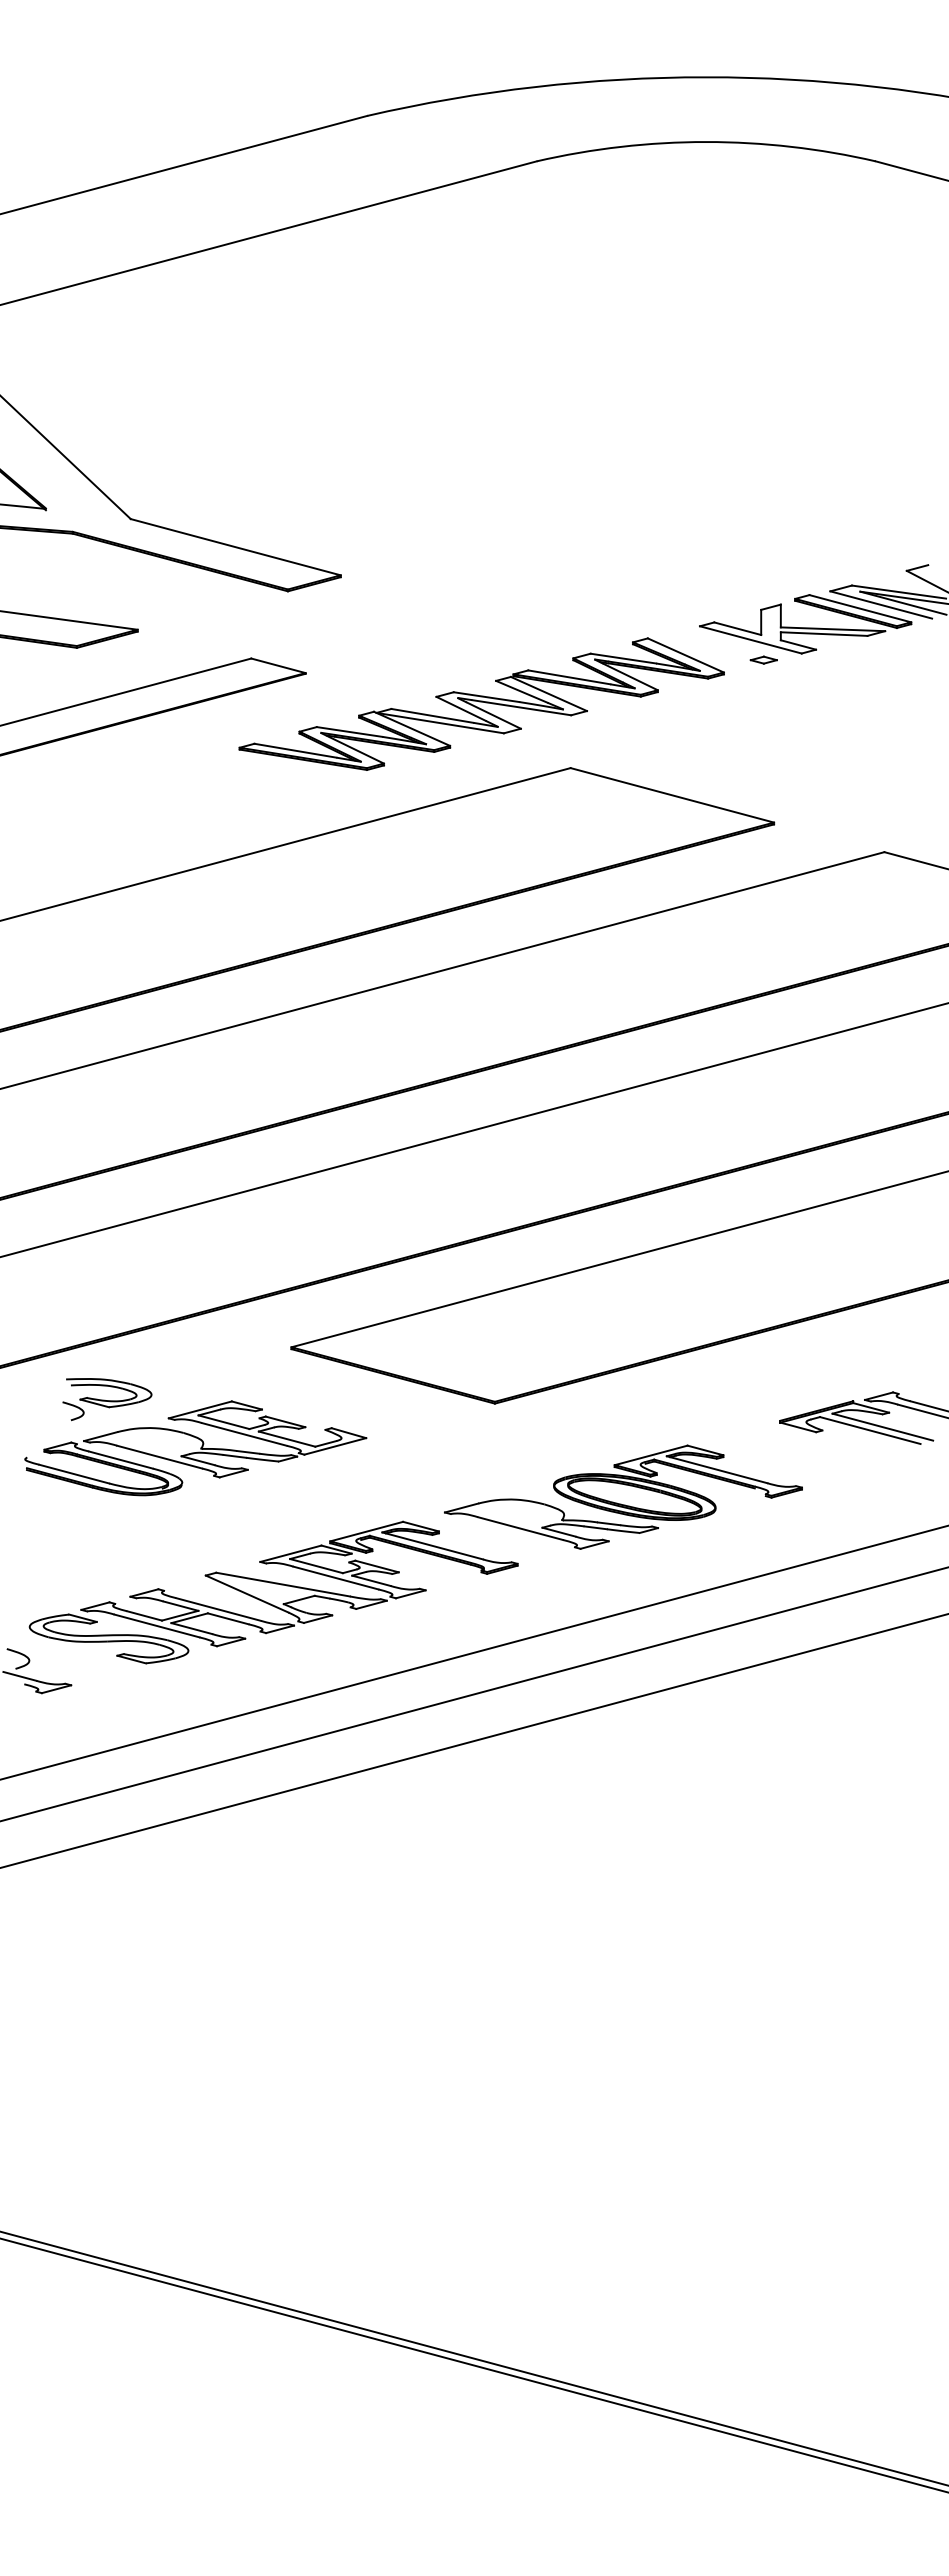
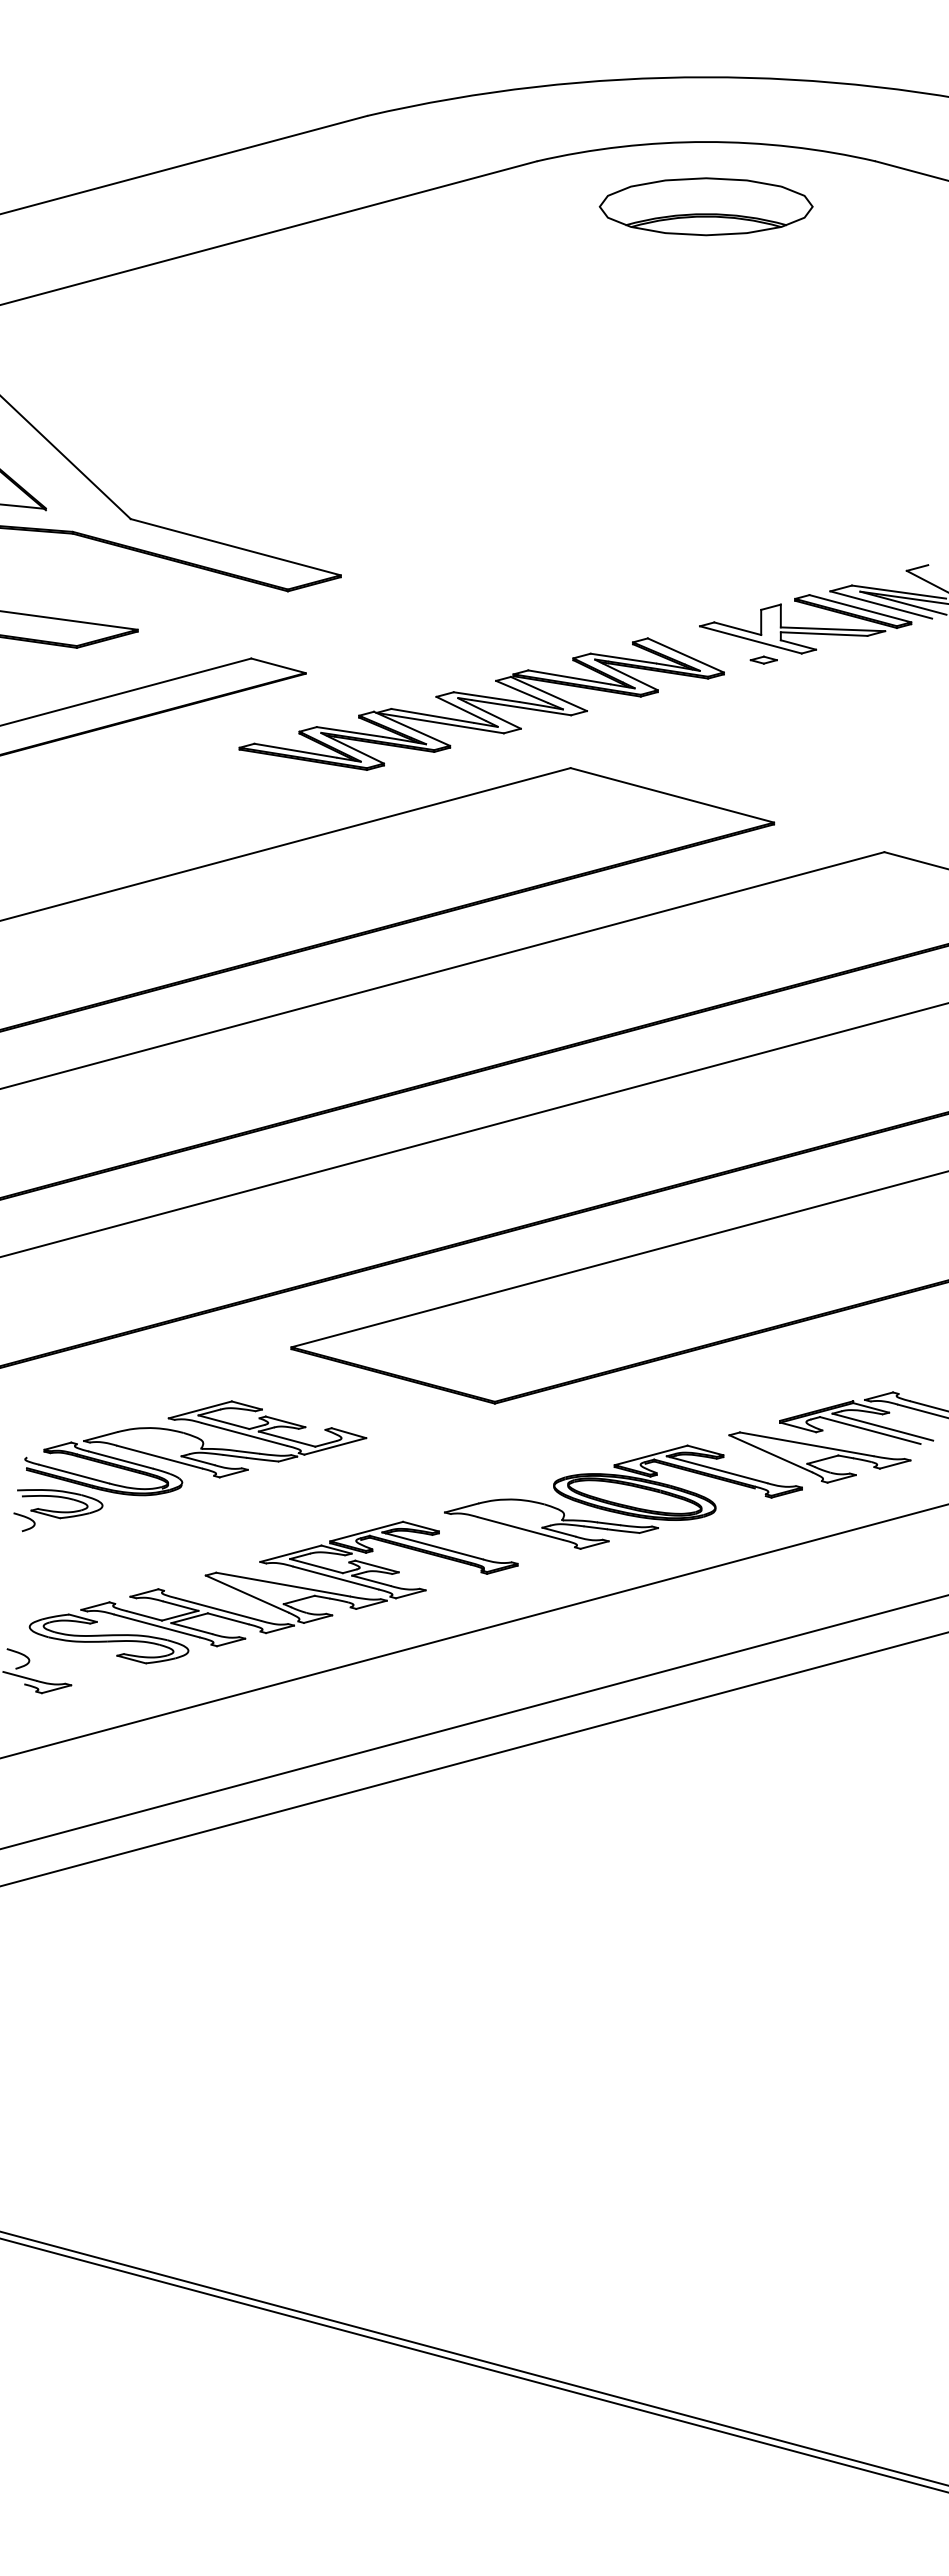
part at (705, 206): none -> present
part at (107, 1399) position: (107, 1399) -> (58, 1510)
part at (819, 1457): none -> present
line at (473, 1652) position: (473, 1652) -> (473, 1631)
line at (473, 1694) position: (473, 1694) -> (473, 1722)
line at (473, 1740) position: (473, 1740) -> (473, 1759)
